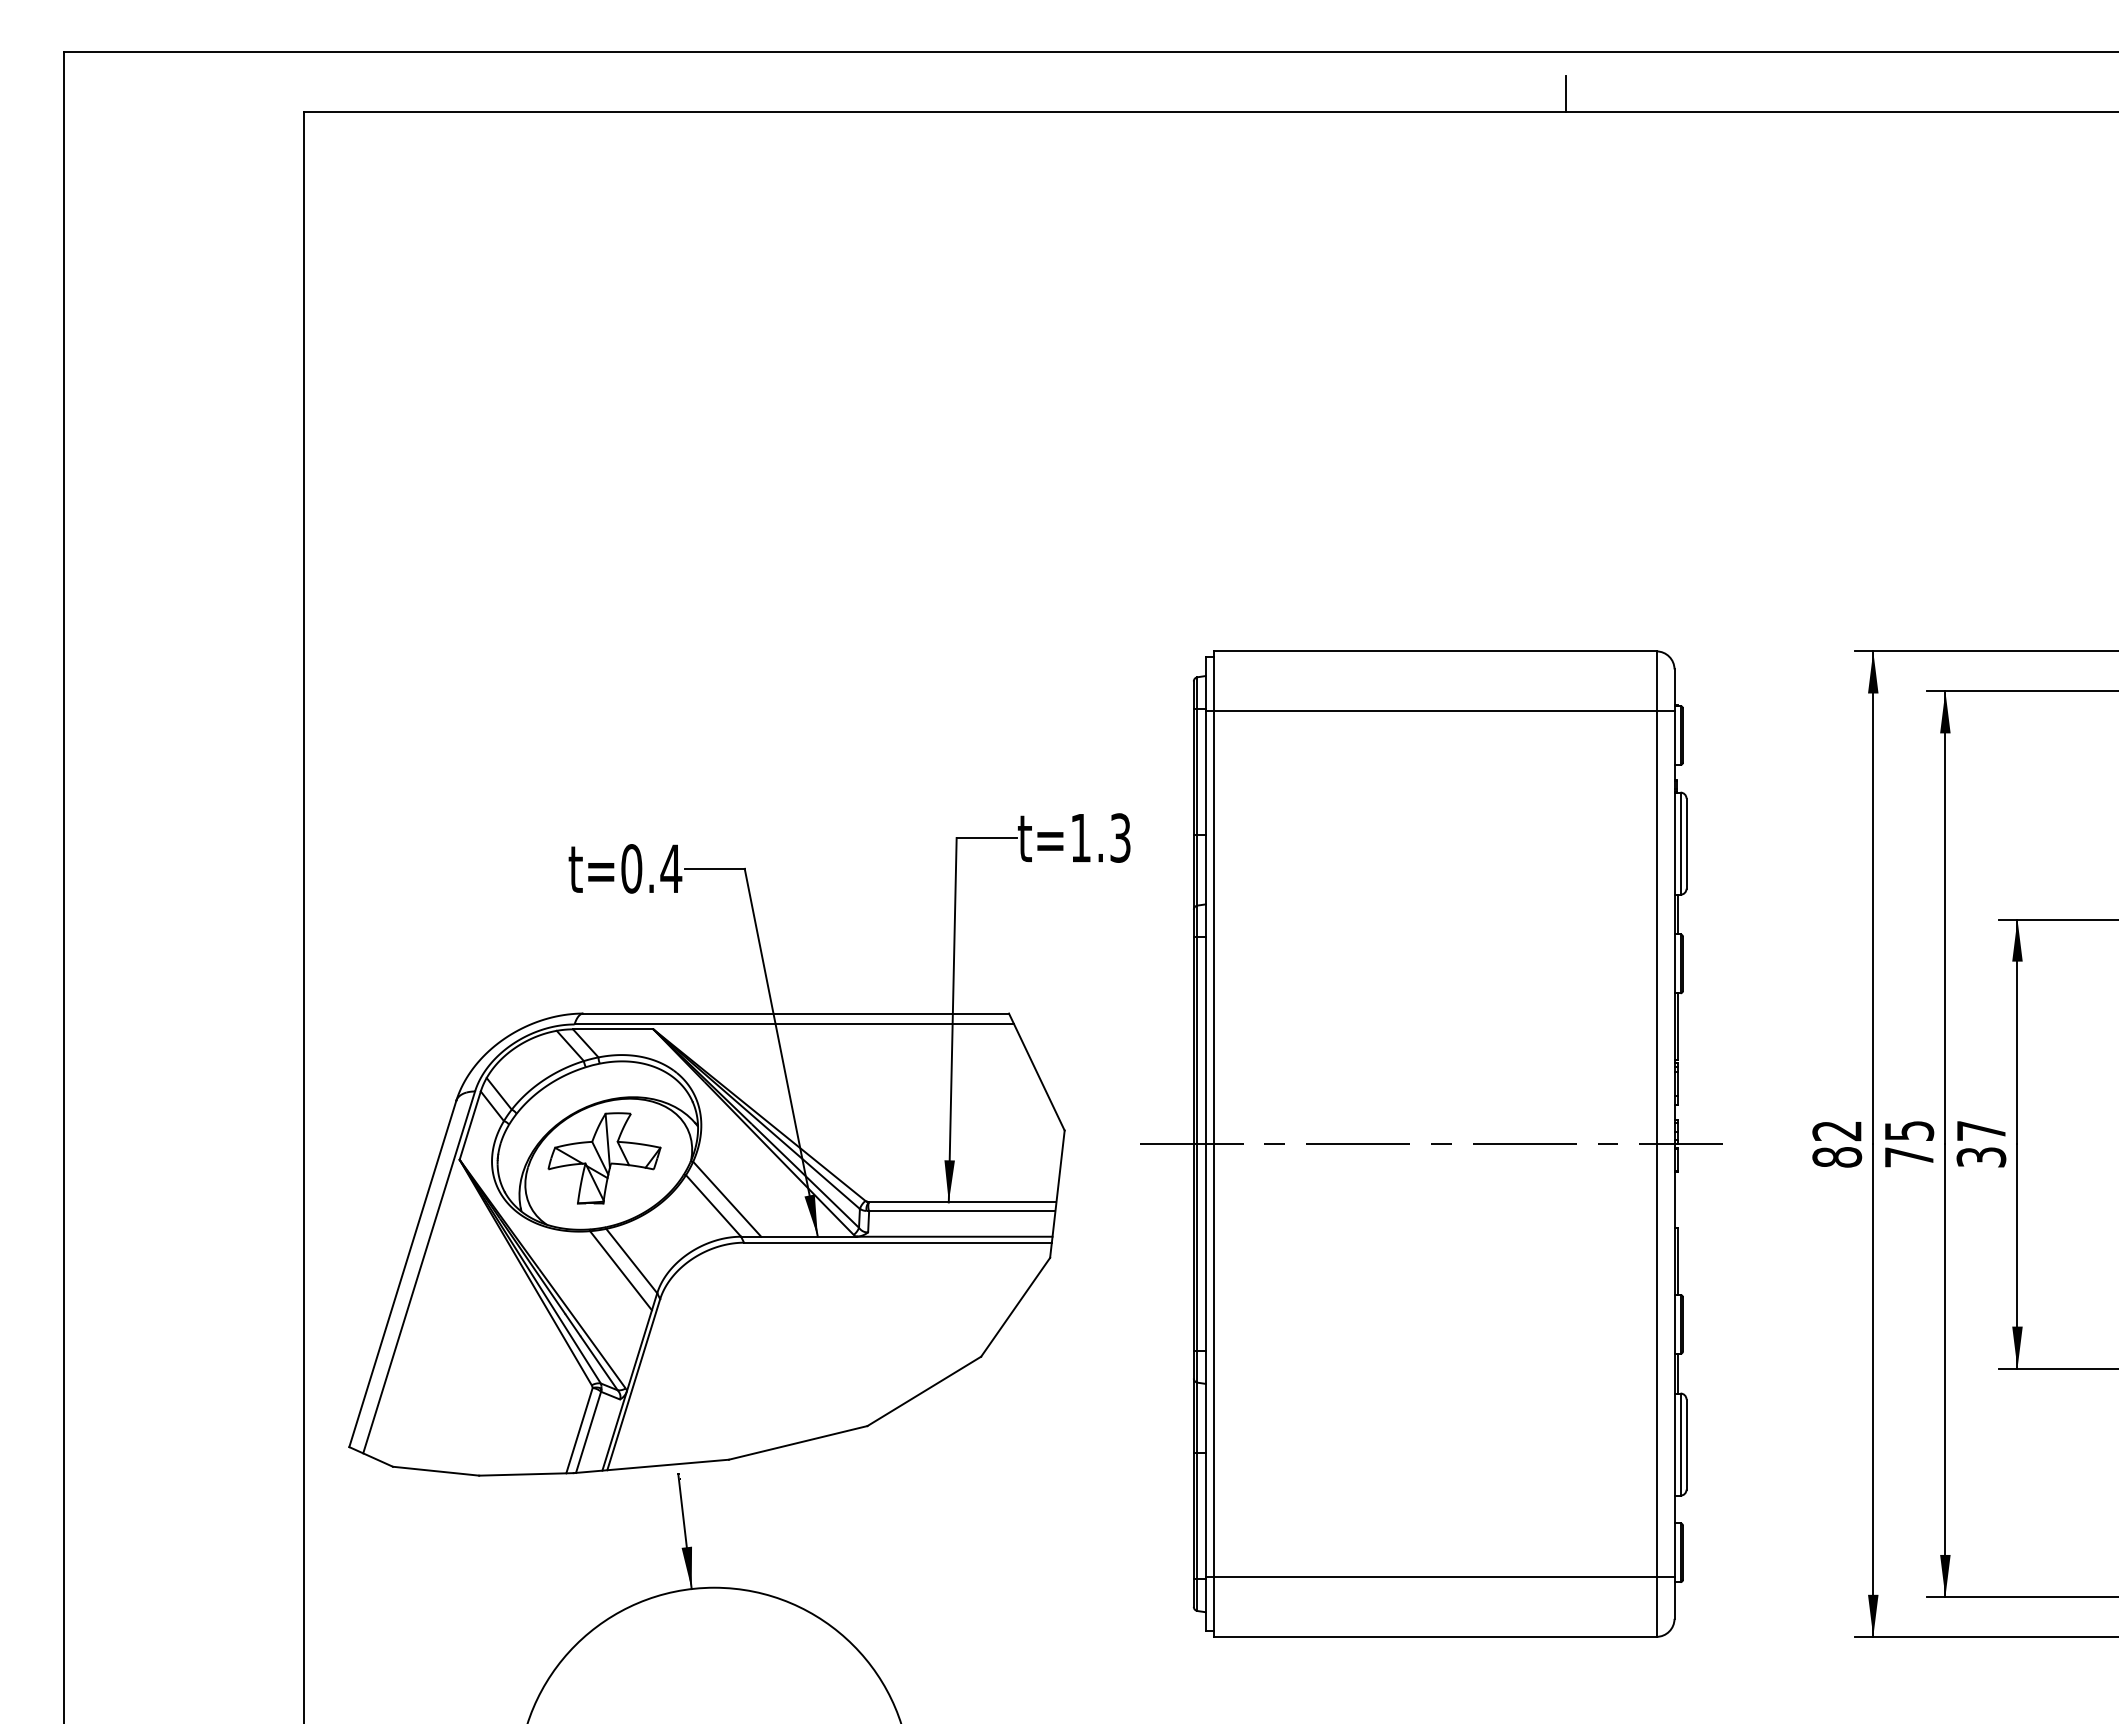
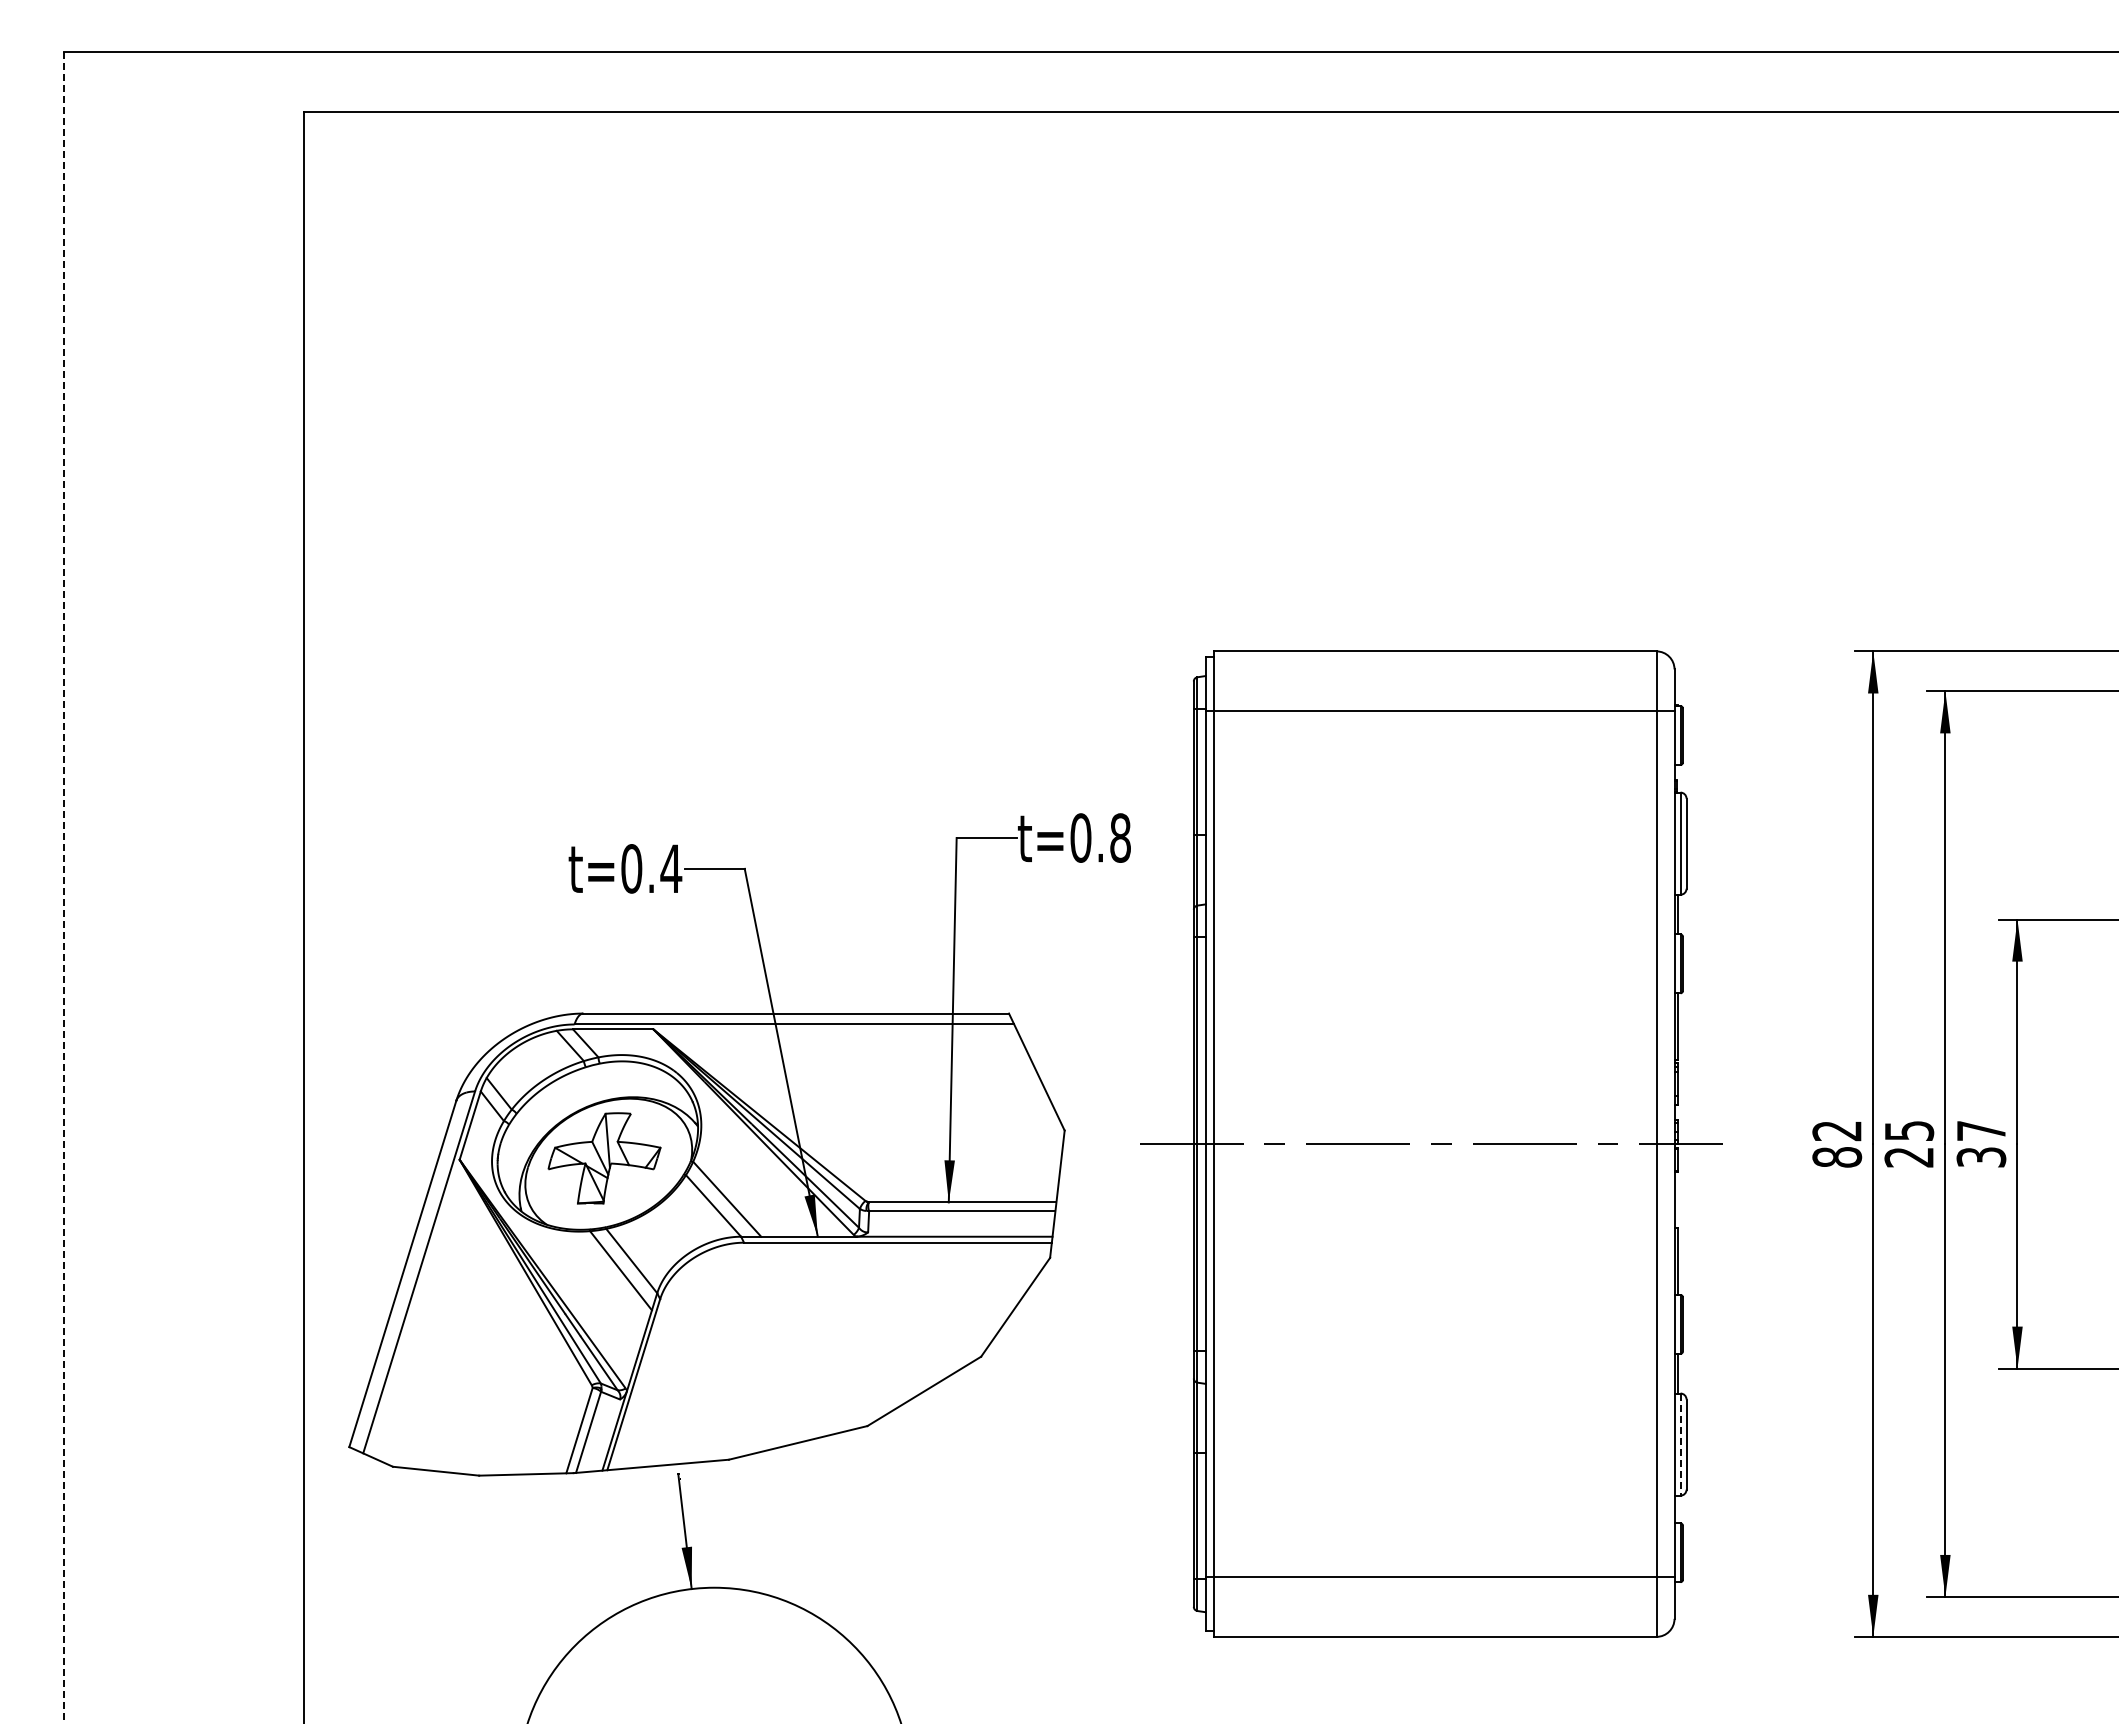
line at (1565, 93): present -> none
text at (1100, 837): t=1.3 -> t=0.8
line at (63, 887): solid -> dashed
text at (1908, 1157): 75 -> 25
line at (1680, 1445): solid -> dashed
